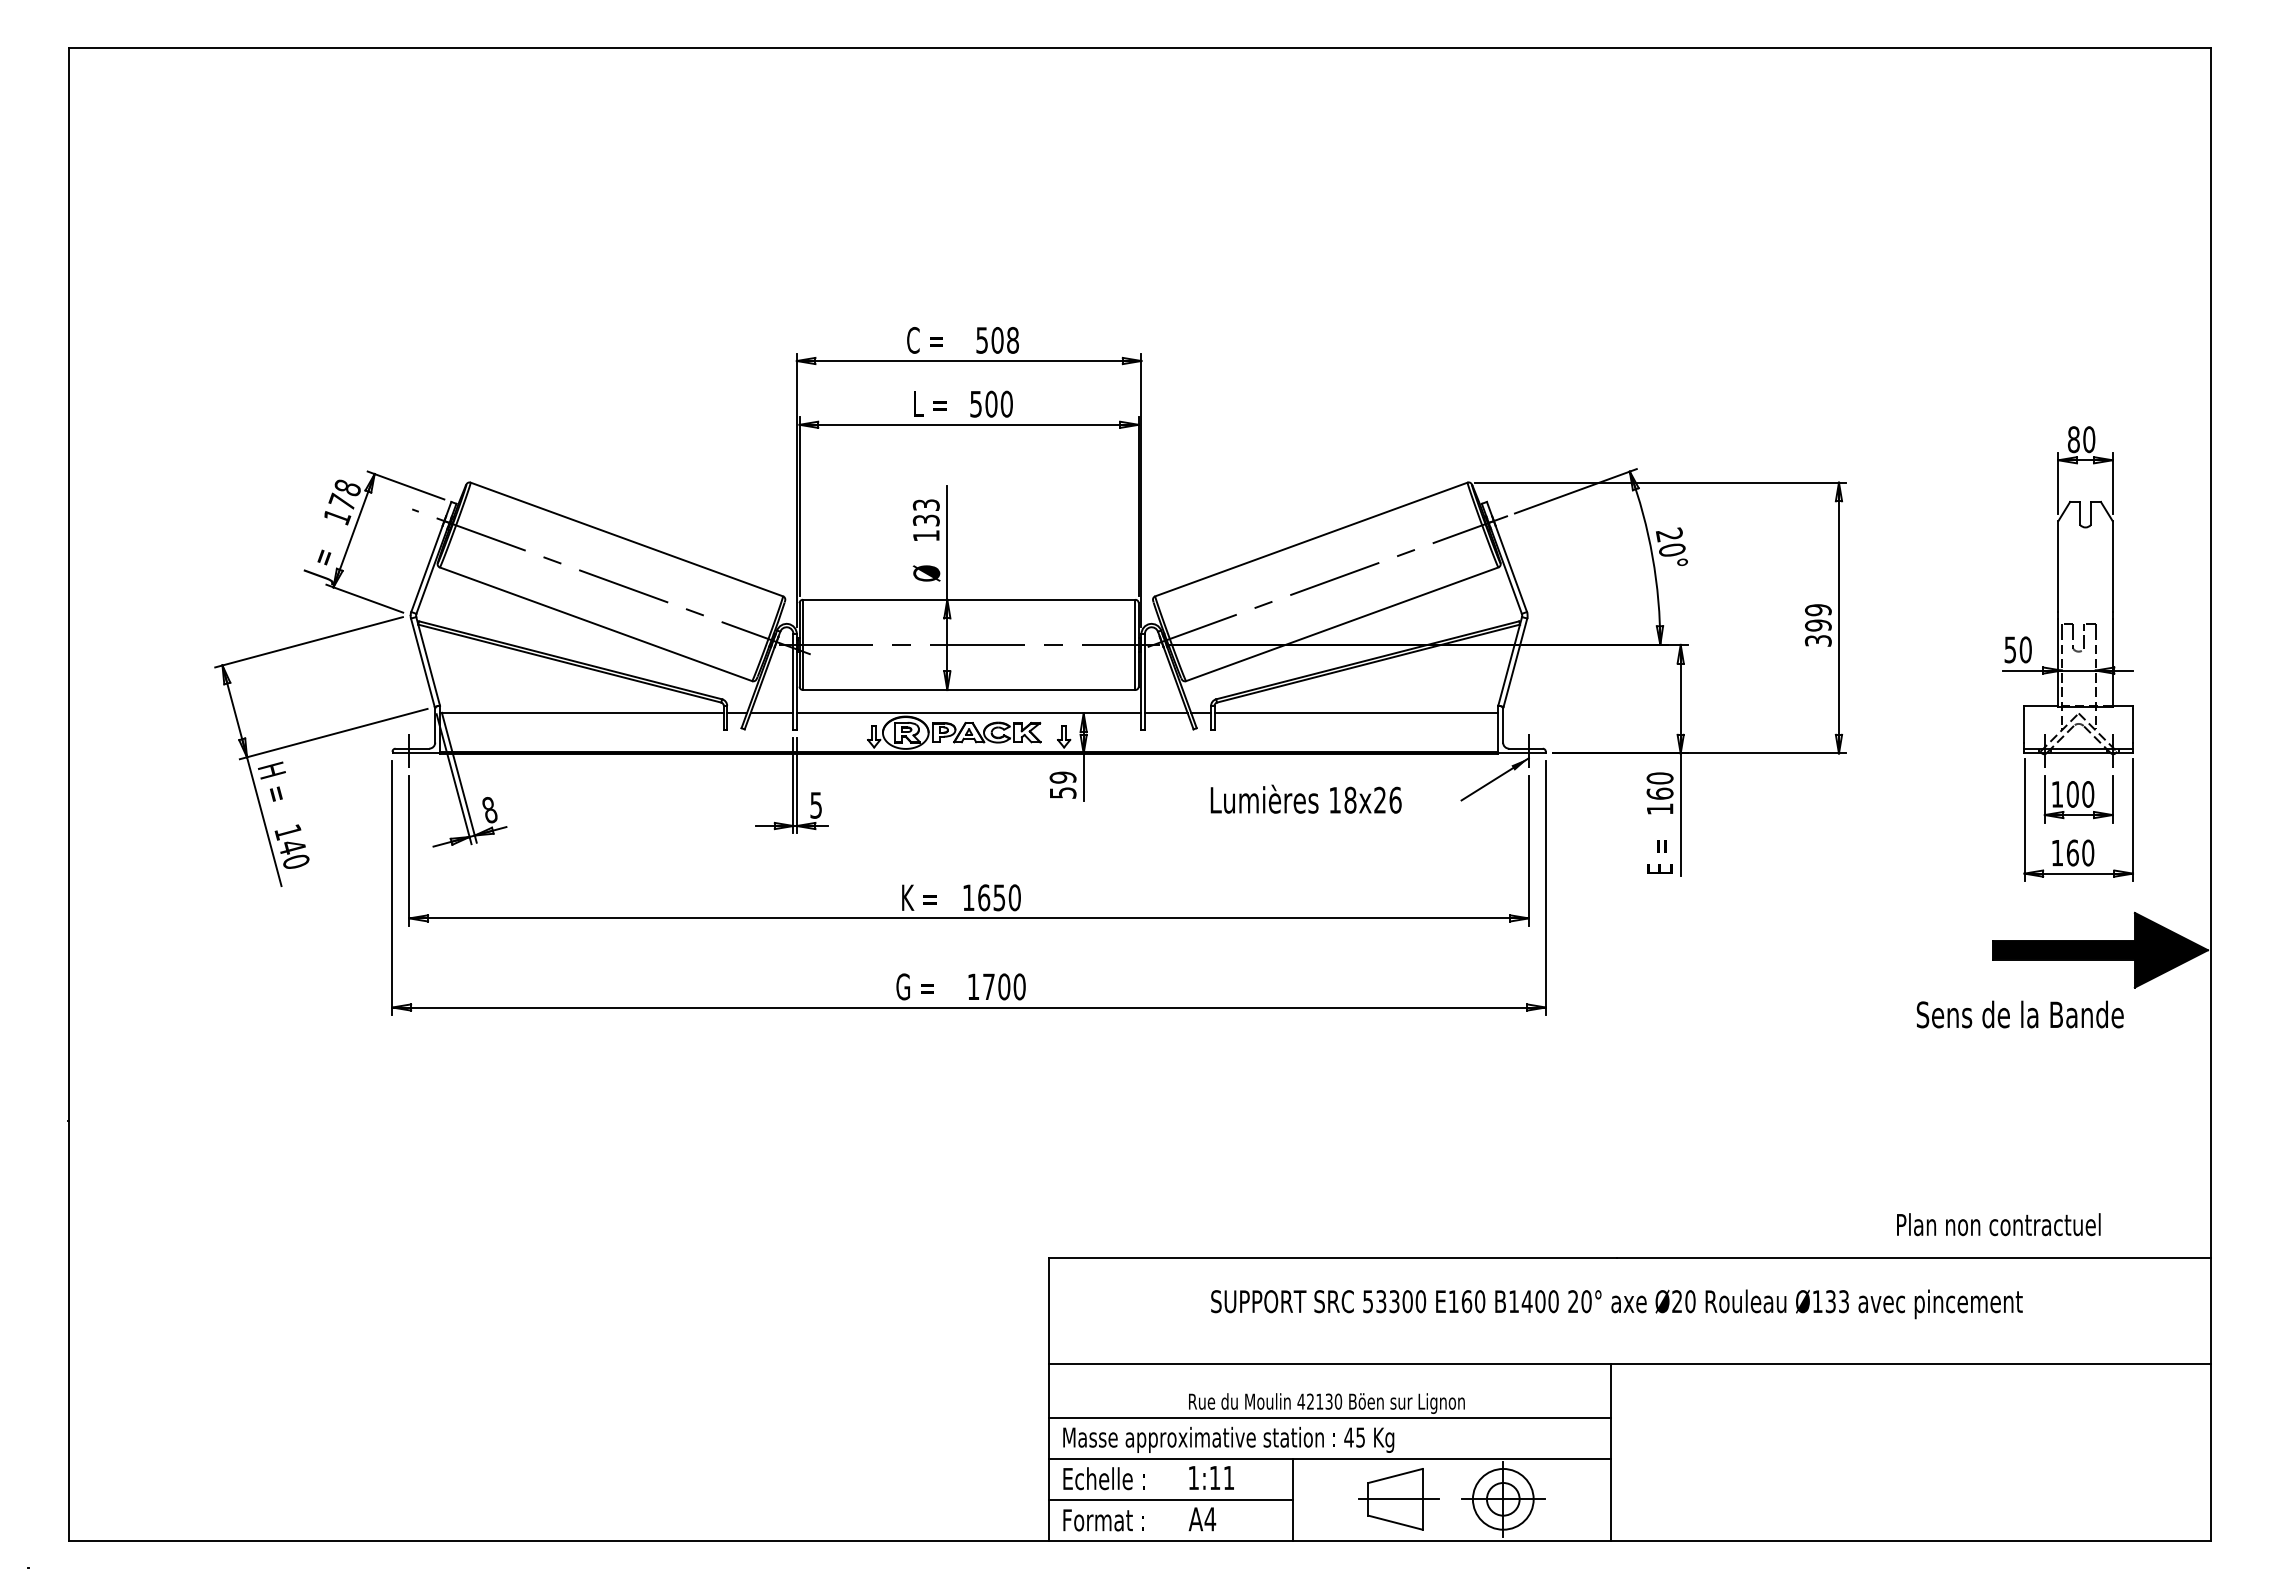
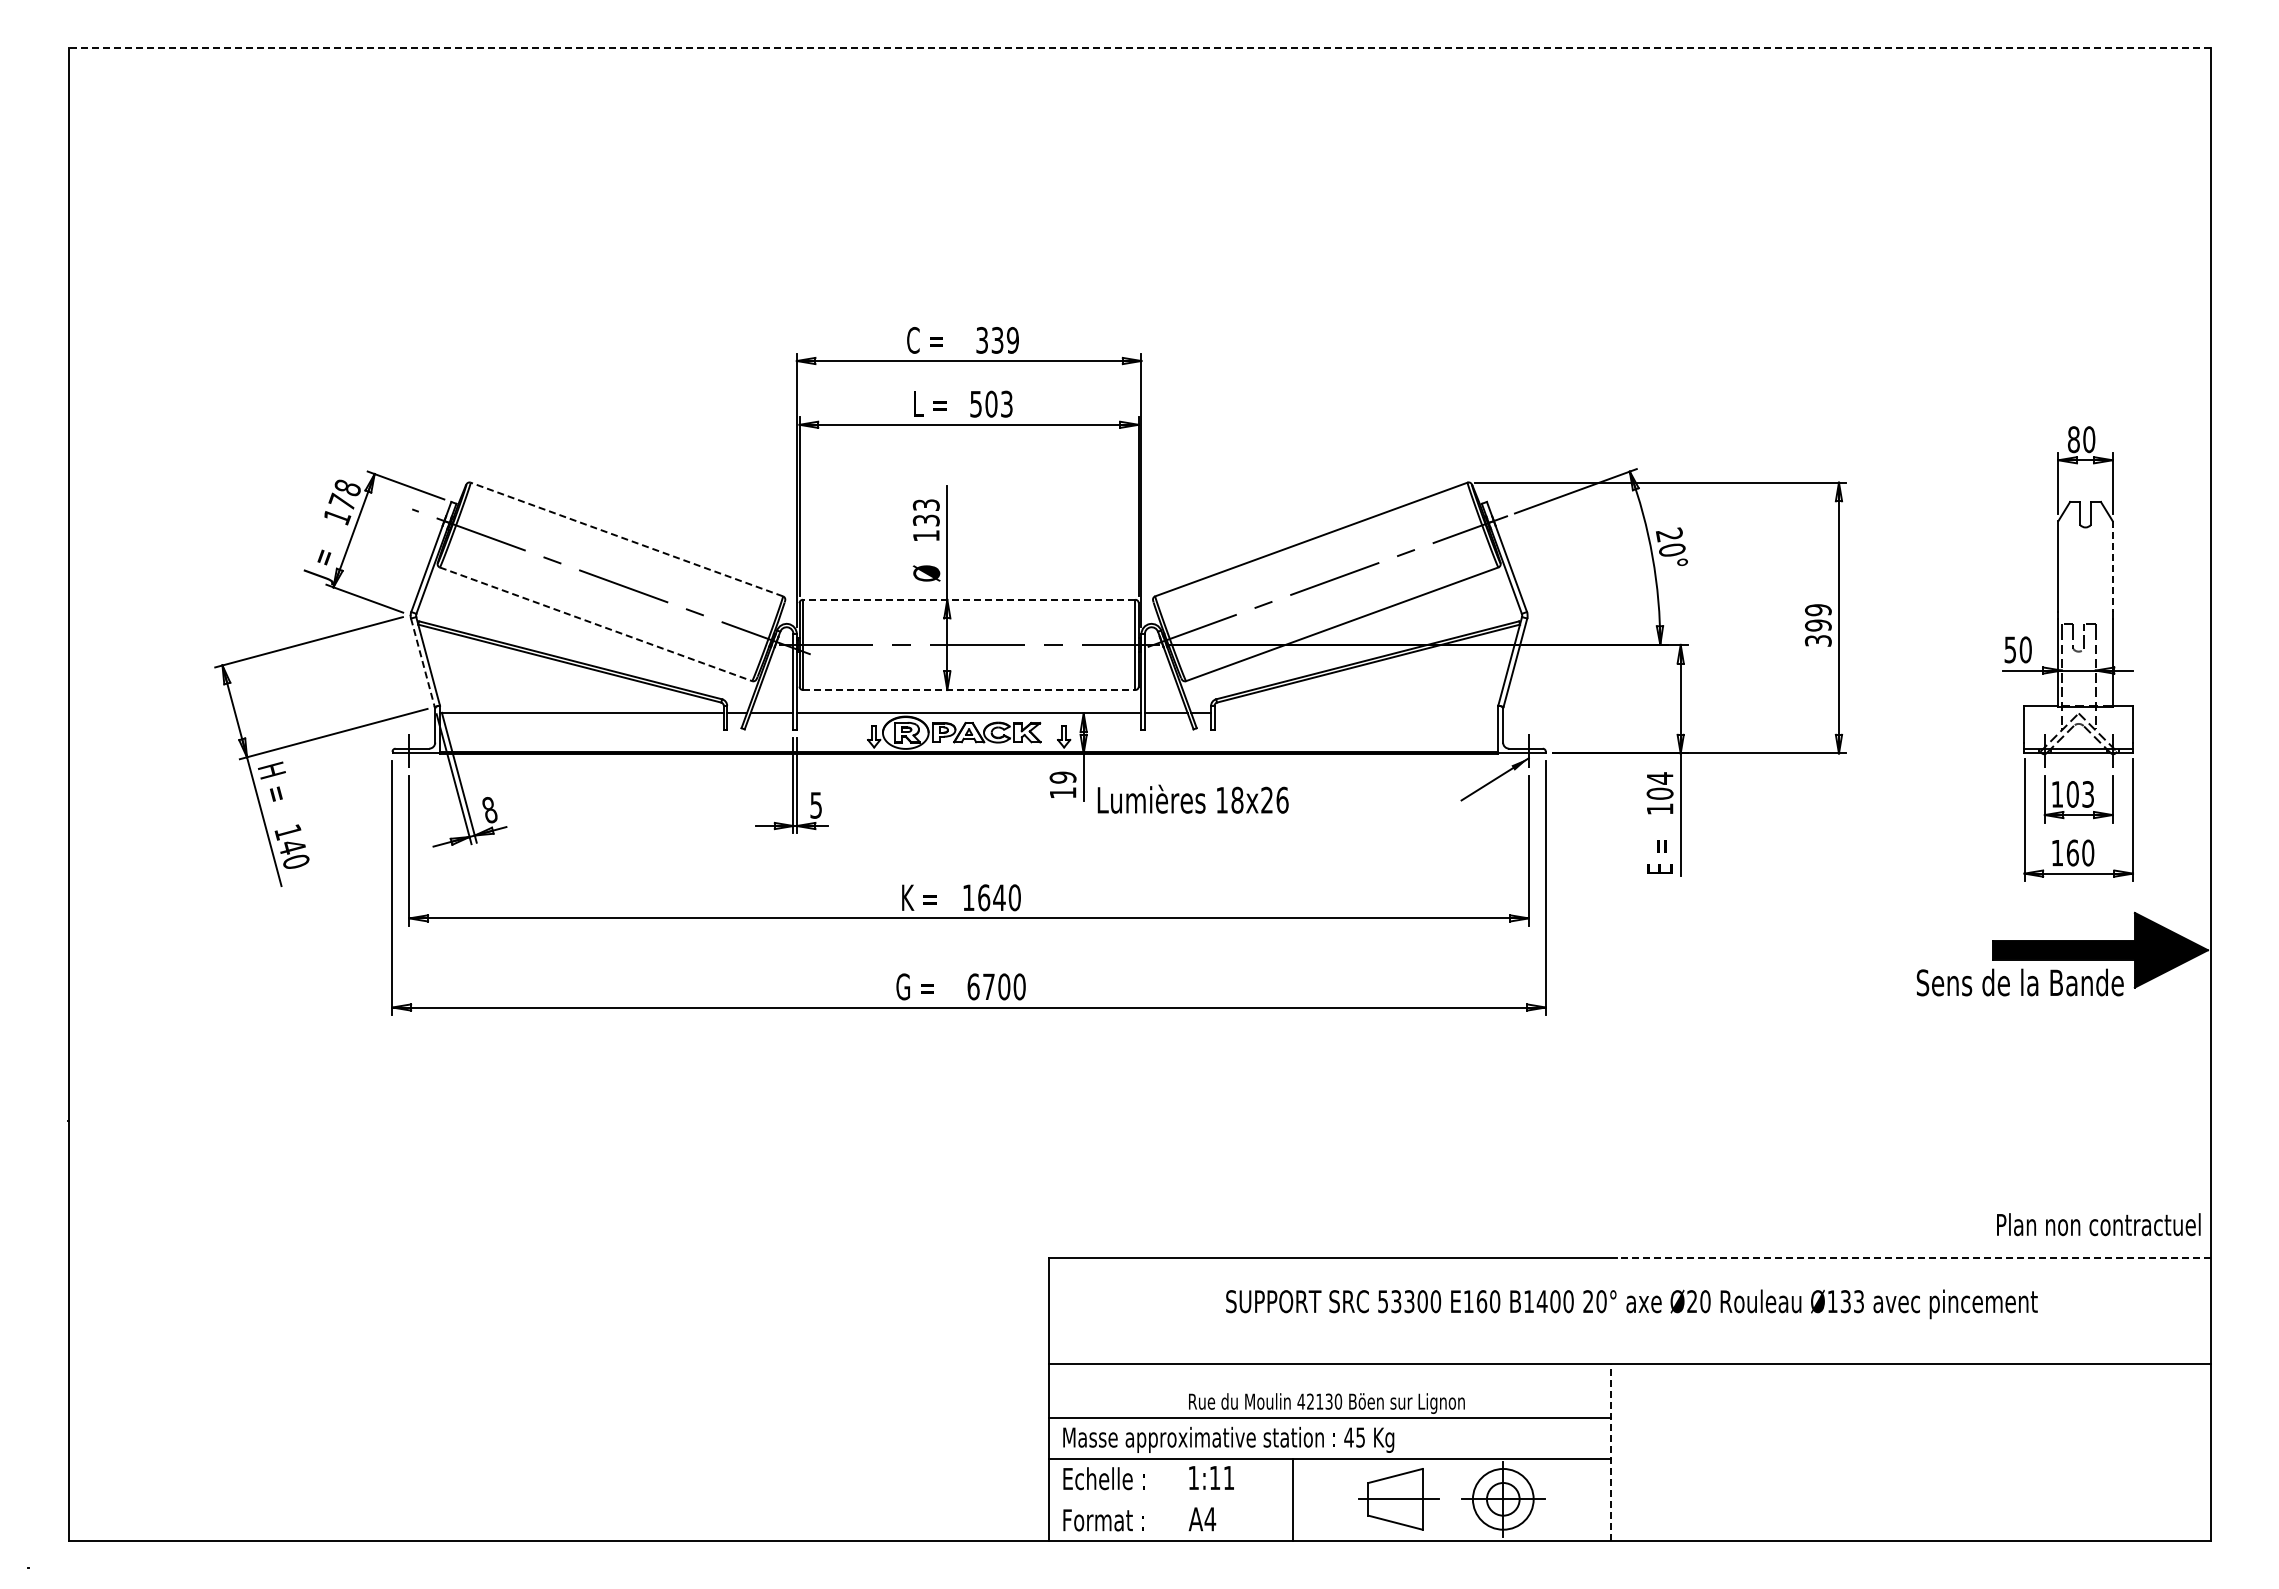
line at (1139, 47): solid -> dashed
text at (997, 340): 508 -> 339
text at (1006, 403): 500 -> 503
line at (626, 539): solid -> dashed
line at (2112, 567): solid -> dashed
line at (968, 599): solid -> dashed
line at (596, 624): solid -> dashed
line at (422, 662): solid -> dashed
line at (969, 690): solid -> dashed
line at (1356, 713): present -> none
text at (1659, 785): 160 -> 104
text at (1063, 792): 59 -> 19
text at (2088, 794): 100 -> 103
text at (1305, 798) position: (1305, 798) -> (1192, 798)
text at (999, 897): 1650 -> 1640
text at (973, 986): 1700 -> 6700
text at (2019, 1014) position: (2019, 1014) -> (2019, 982)
text at (1998, 1224) position: (1998, 1224) -> (2098, 1224)
line at (1913, 1257): solid -> dashed
text at (1616, 1304) position: (1616, 1304) -> (1631, 1304)
line at (1611, 1452): solid -> dashed
line at (1170, 1500): present -> none
